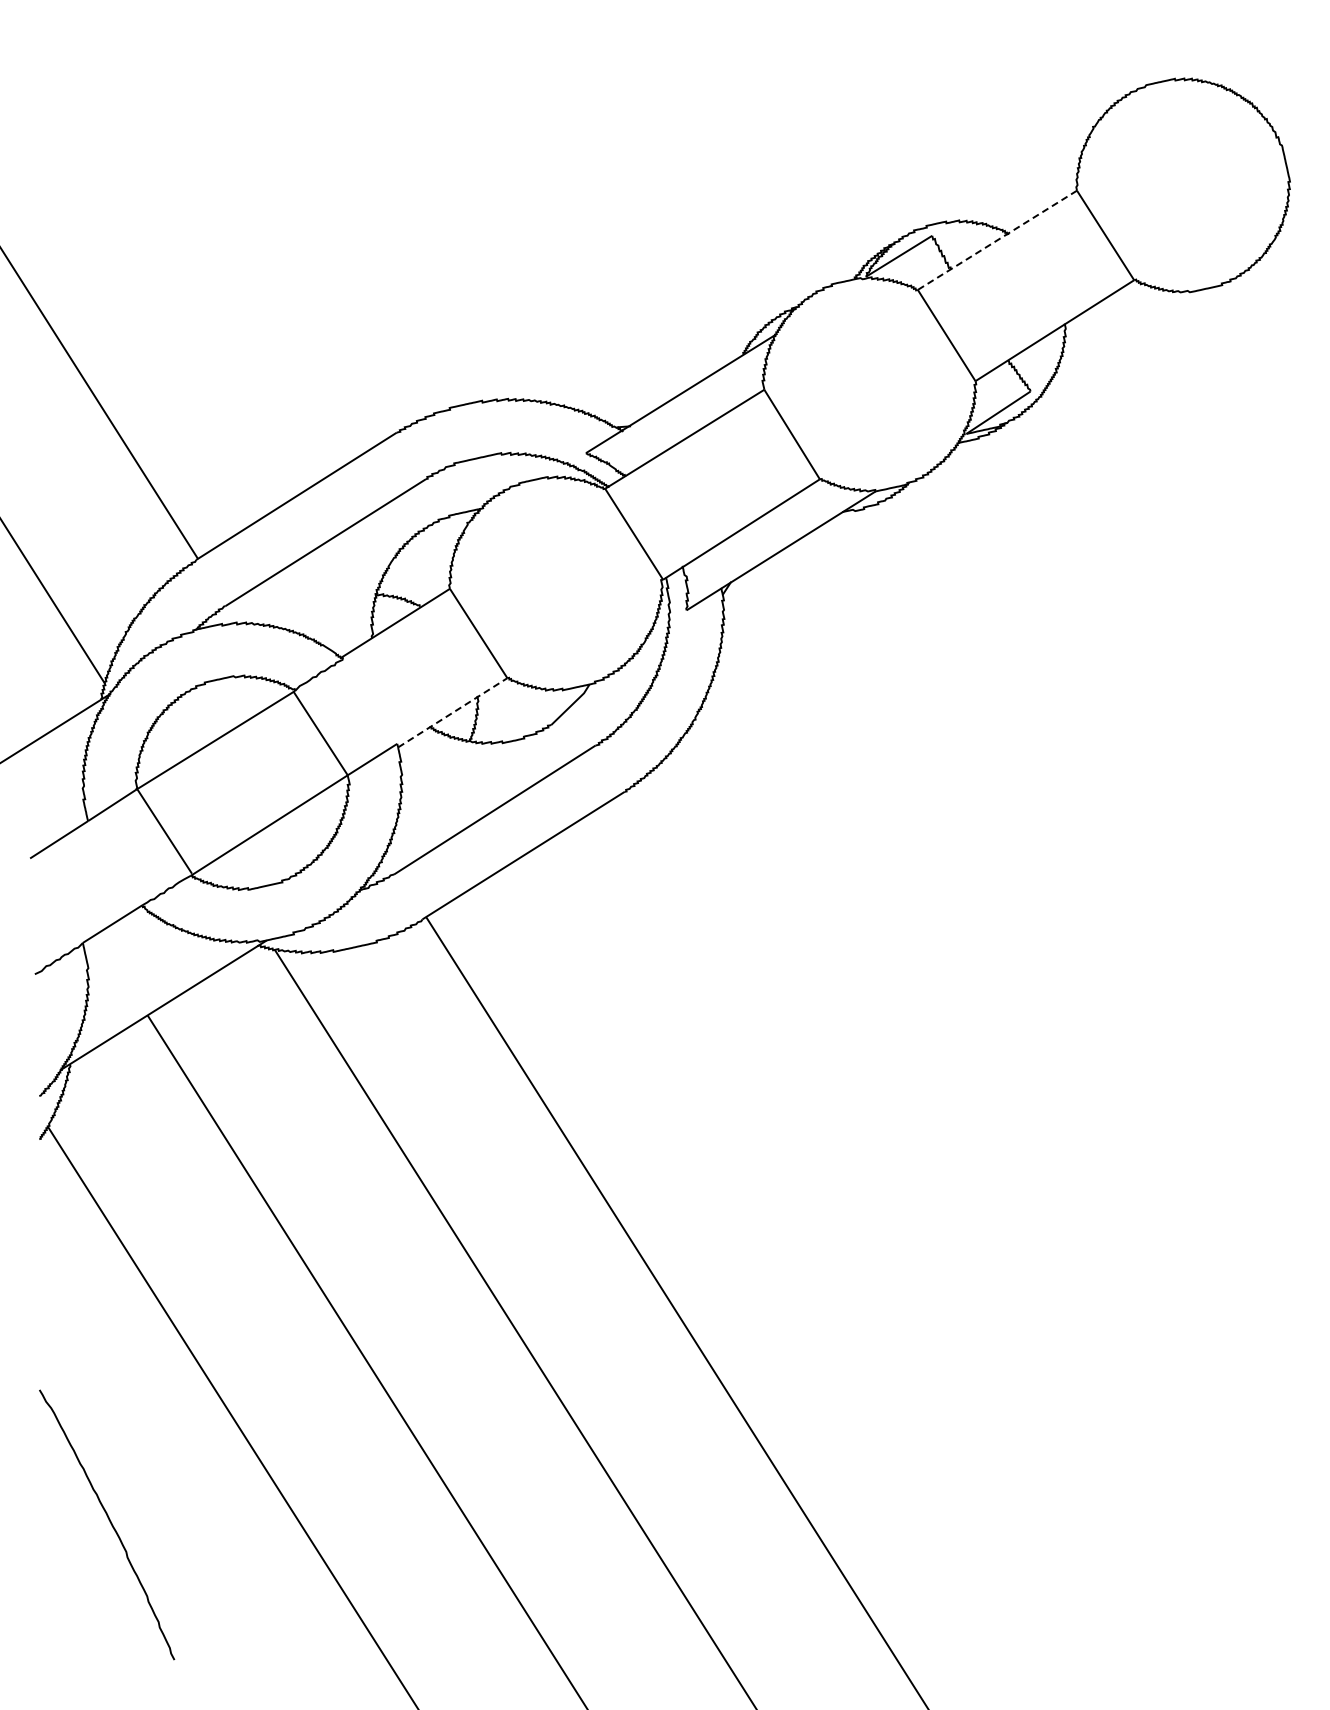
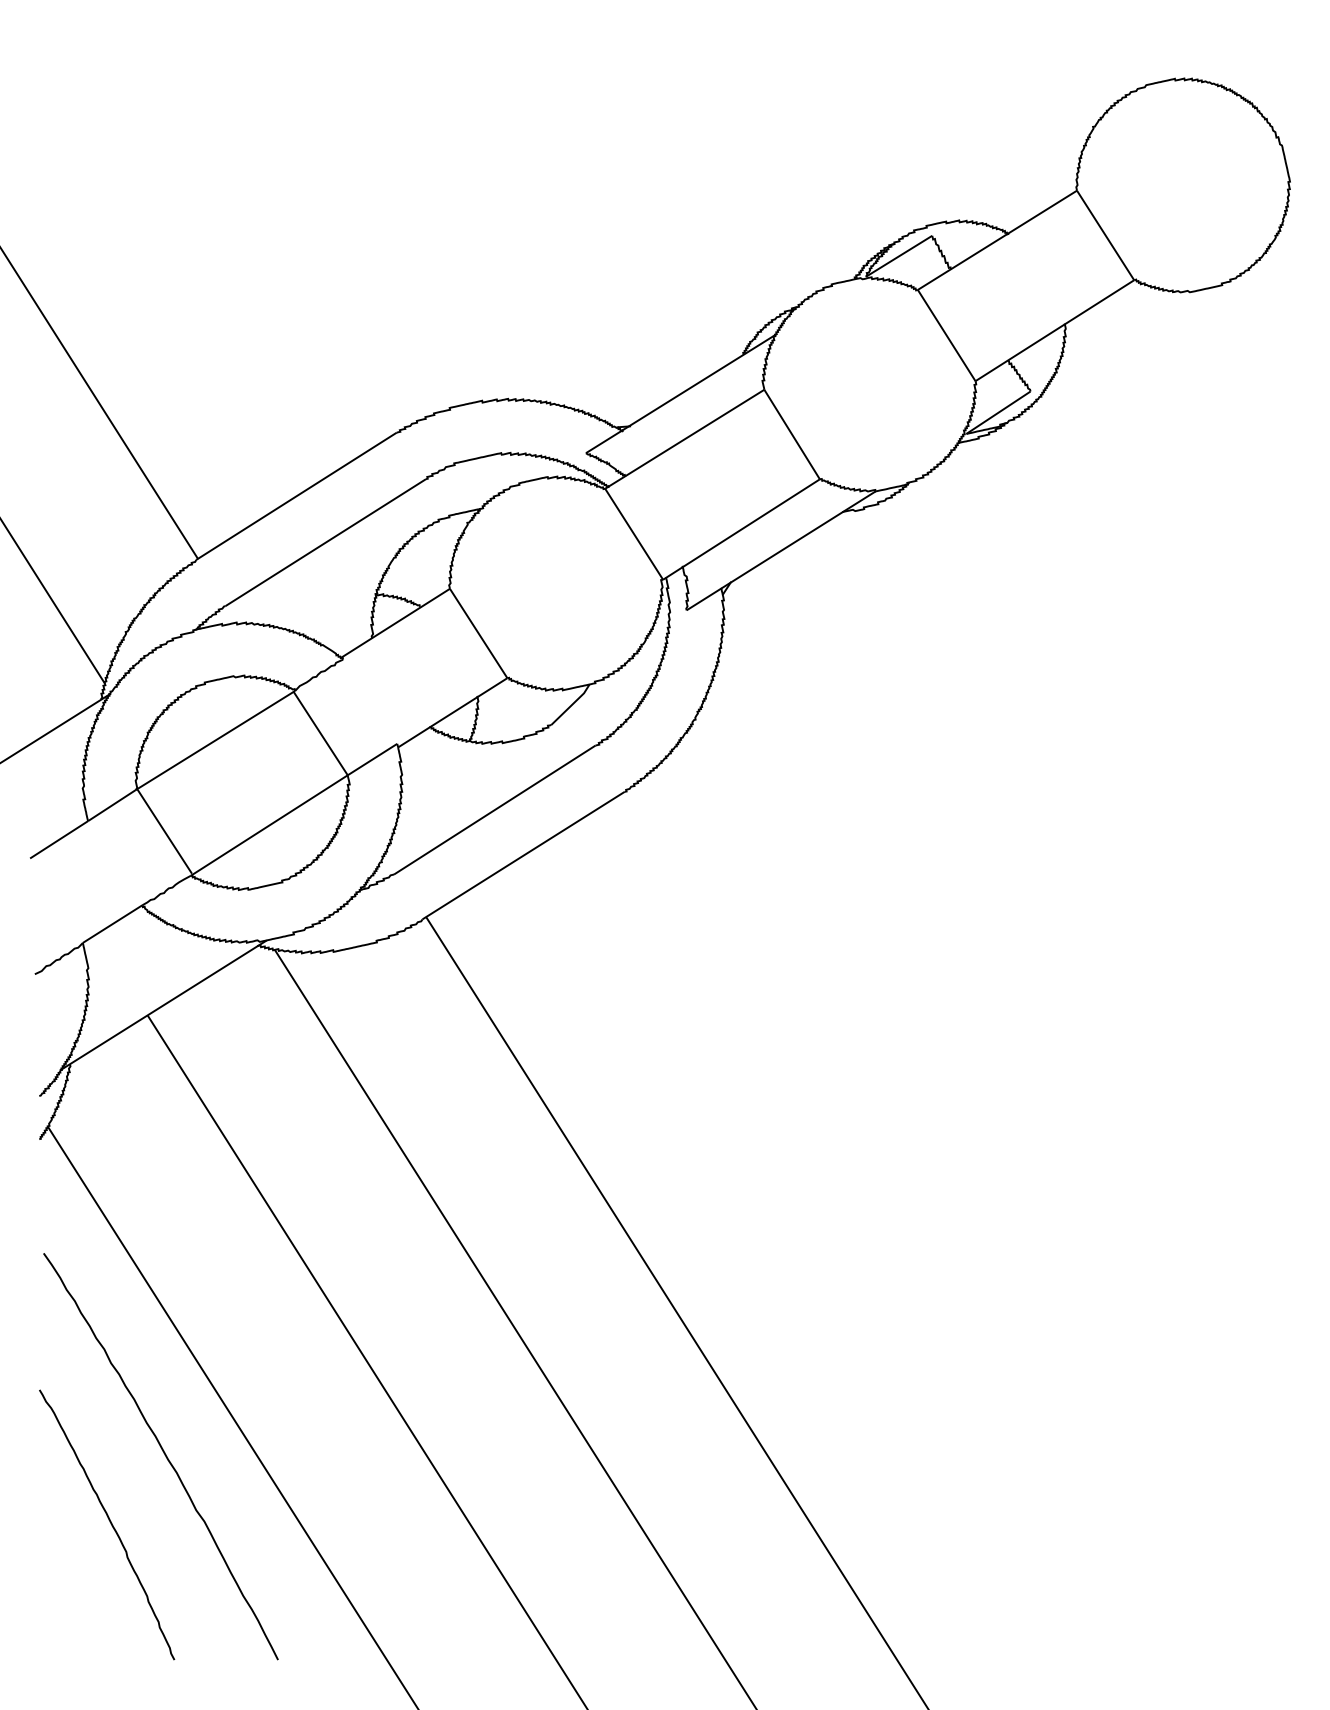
line at (997, 240): dashed -> solid
line at (452, 712): dashed -> solid
curve at (164, 1455): none -> present
